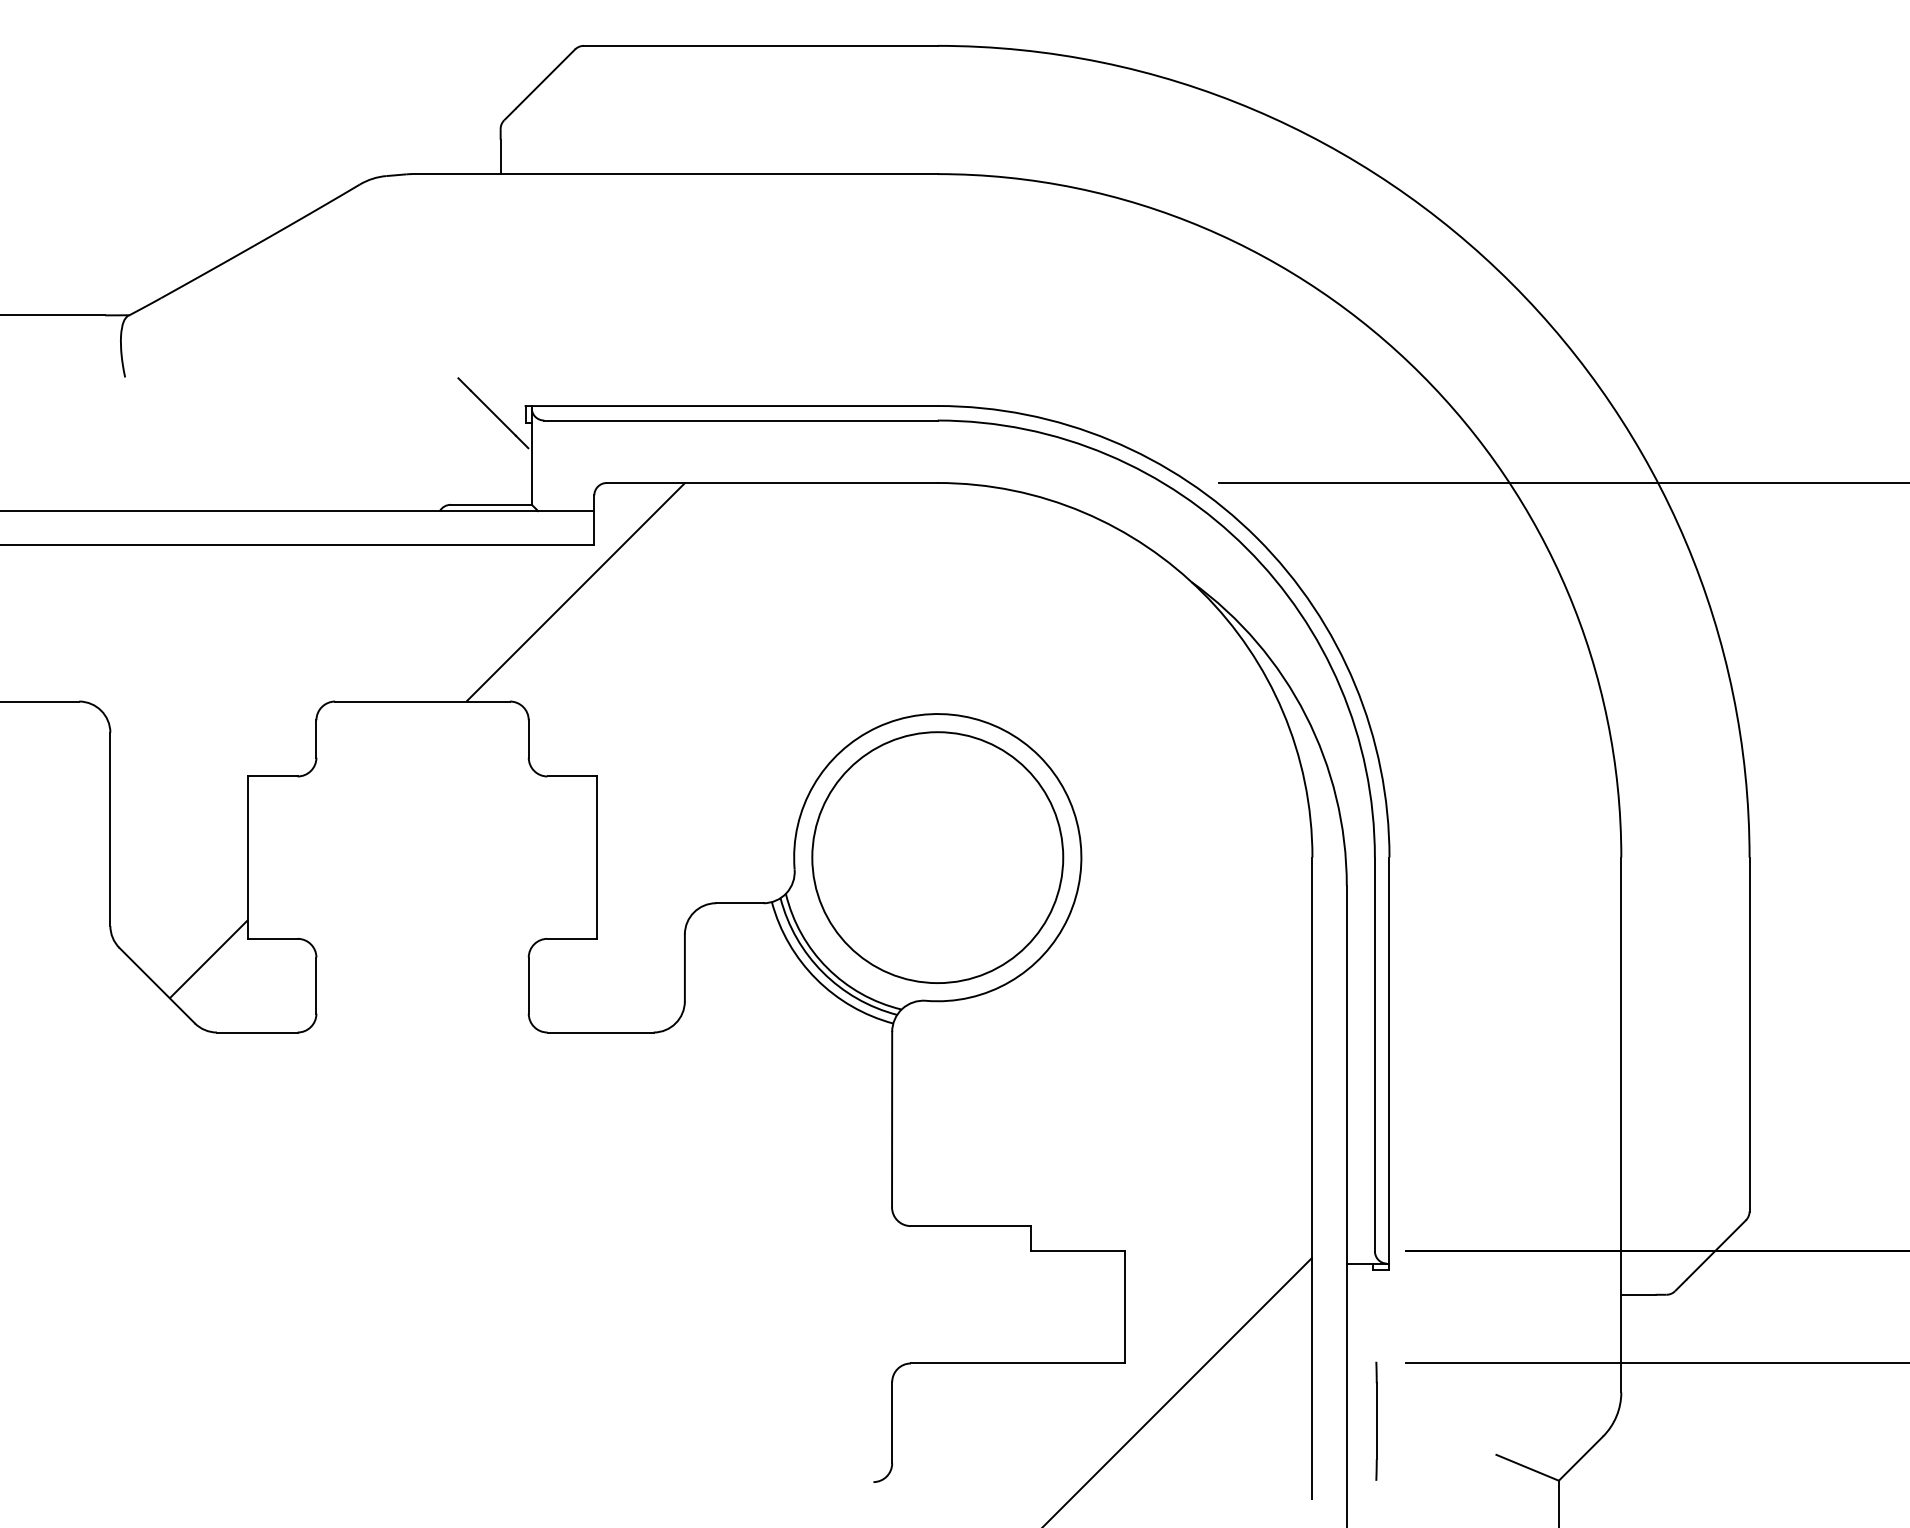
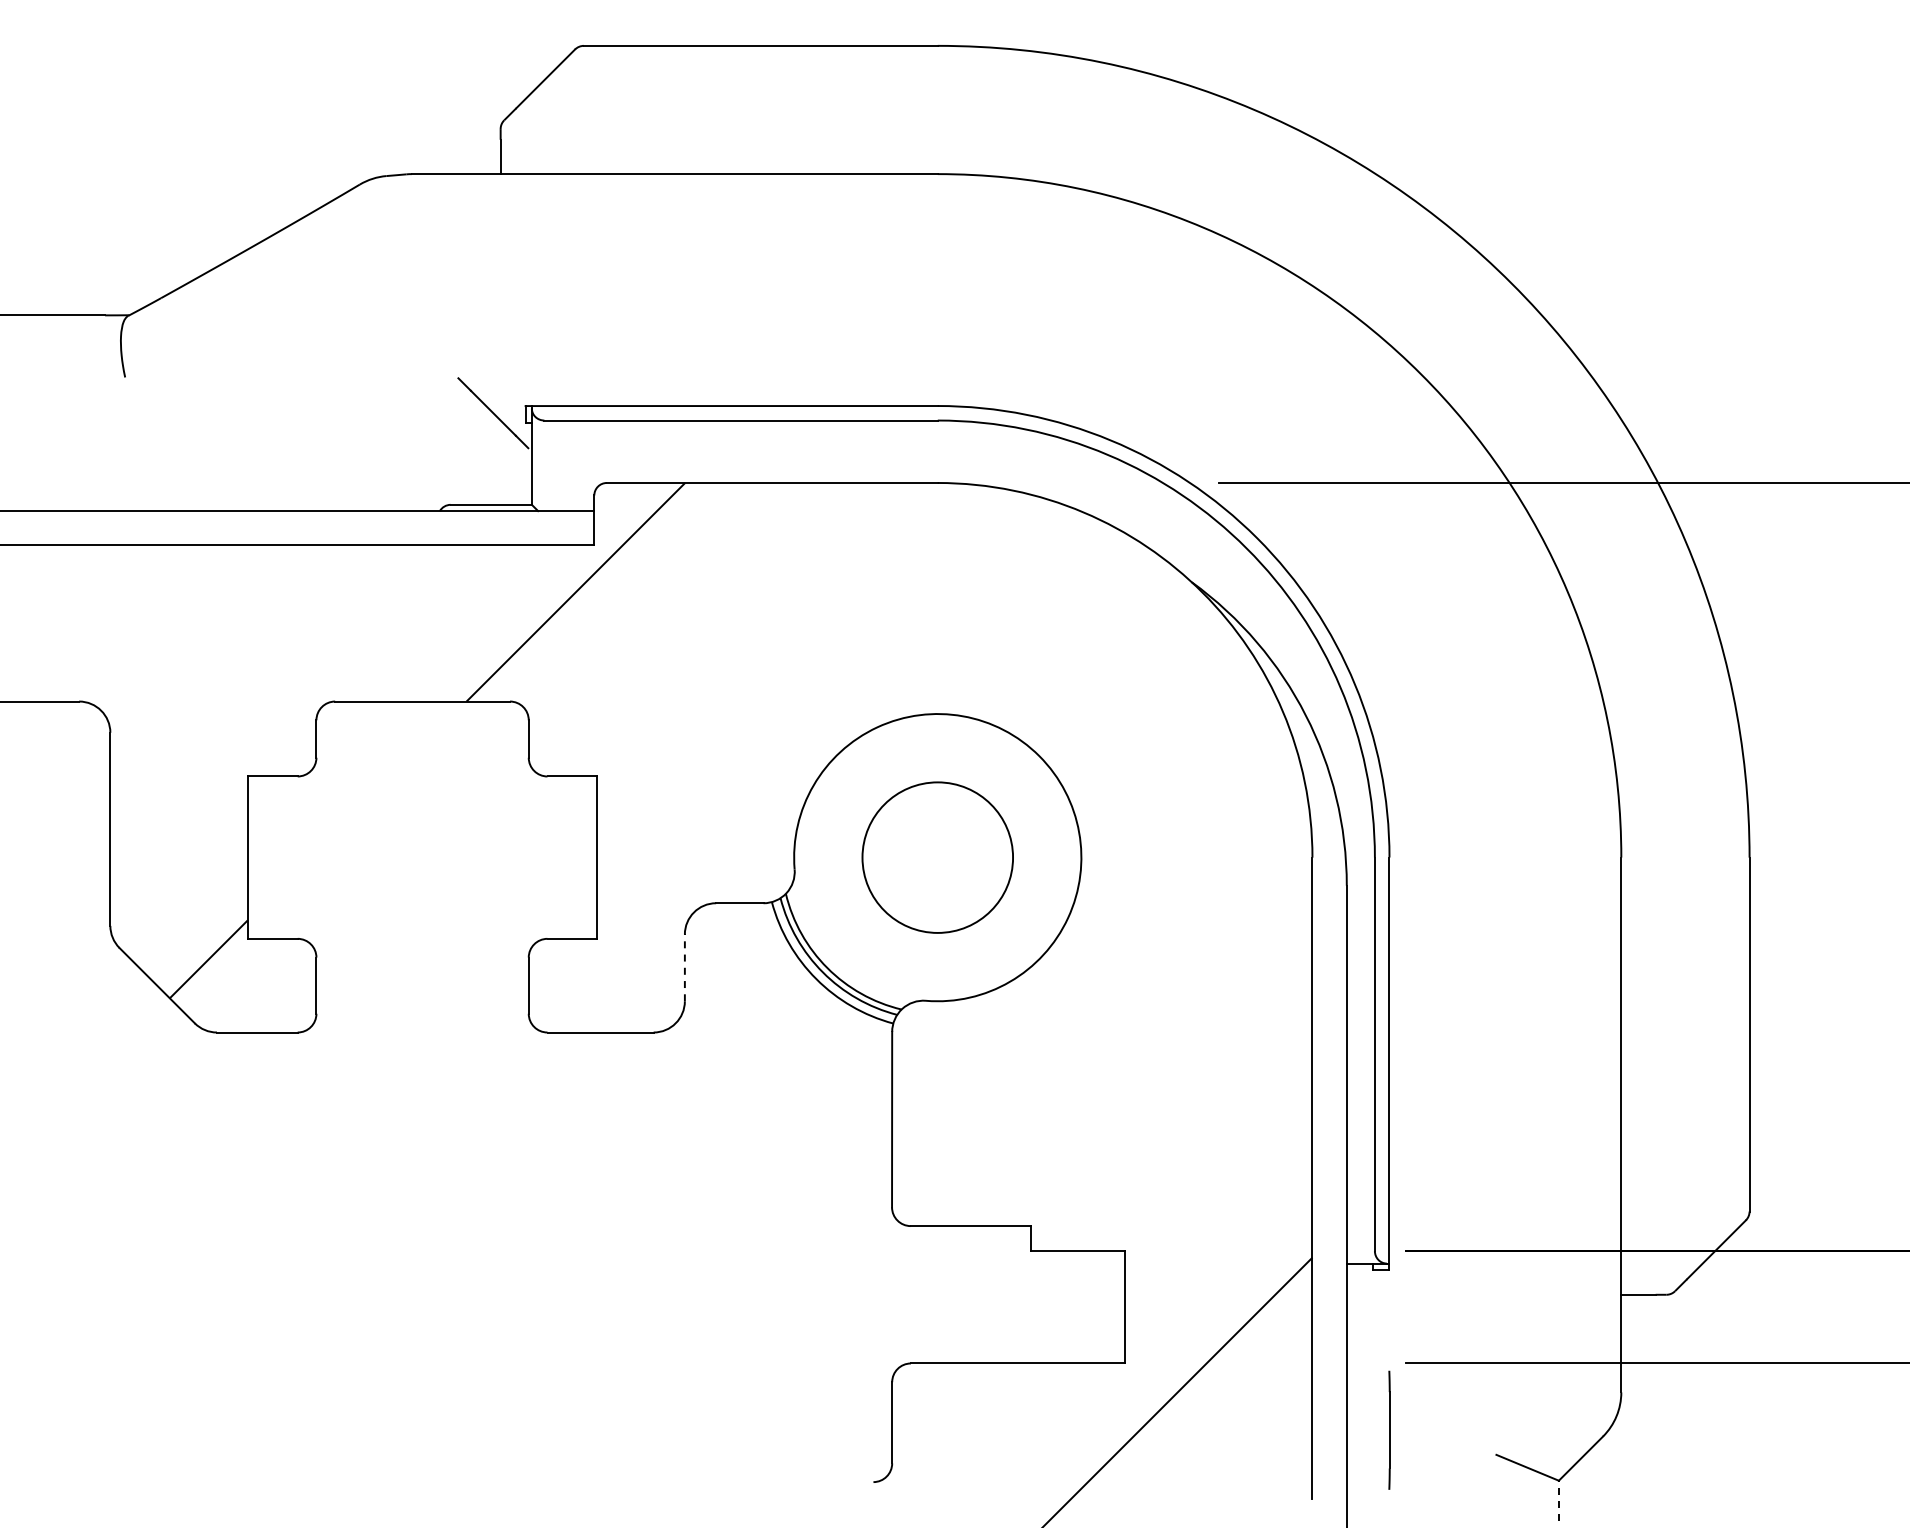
circle at (937, 857) diameter: 251 px -> 151 px
line at (684, 967): solid -> dashed
line at (1376, 1420) position: (1376, 1420) -> (1389, 1429)
line at (1558, 1503): solid -> dashed
